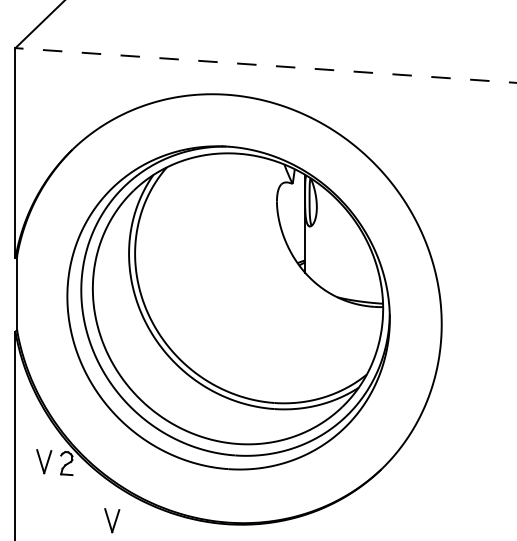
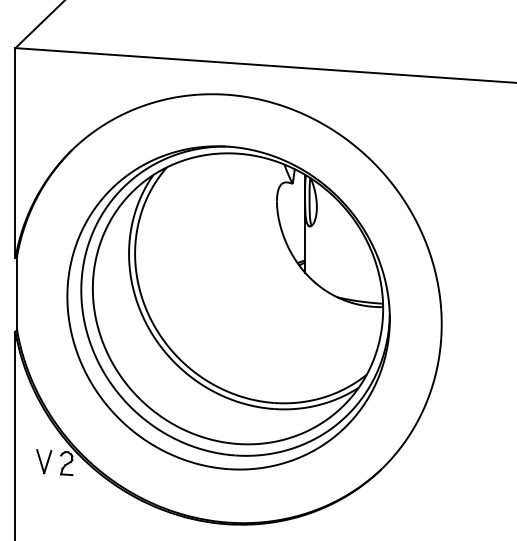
line at (265, 65): dashed -> solid
part at (112, 520): present -> none
